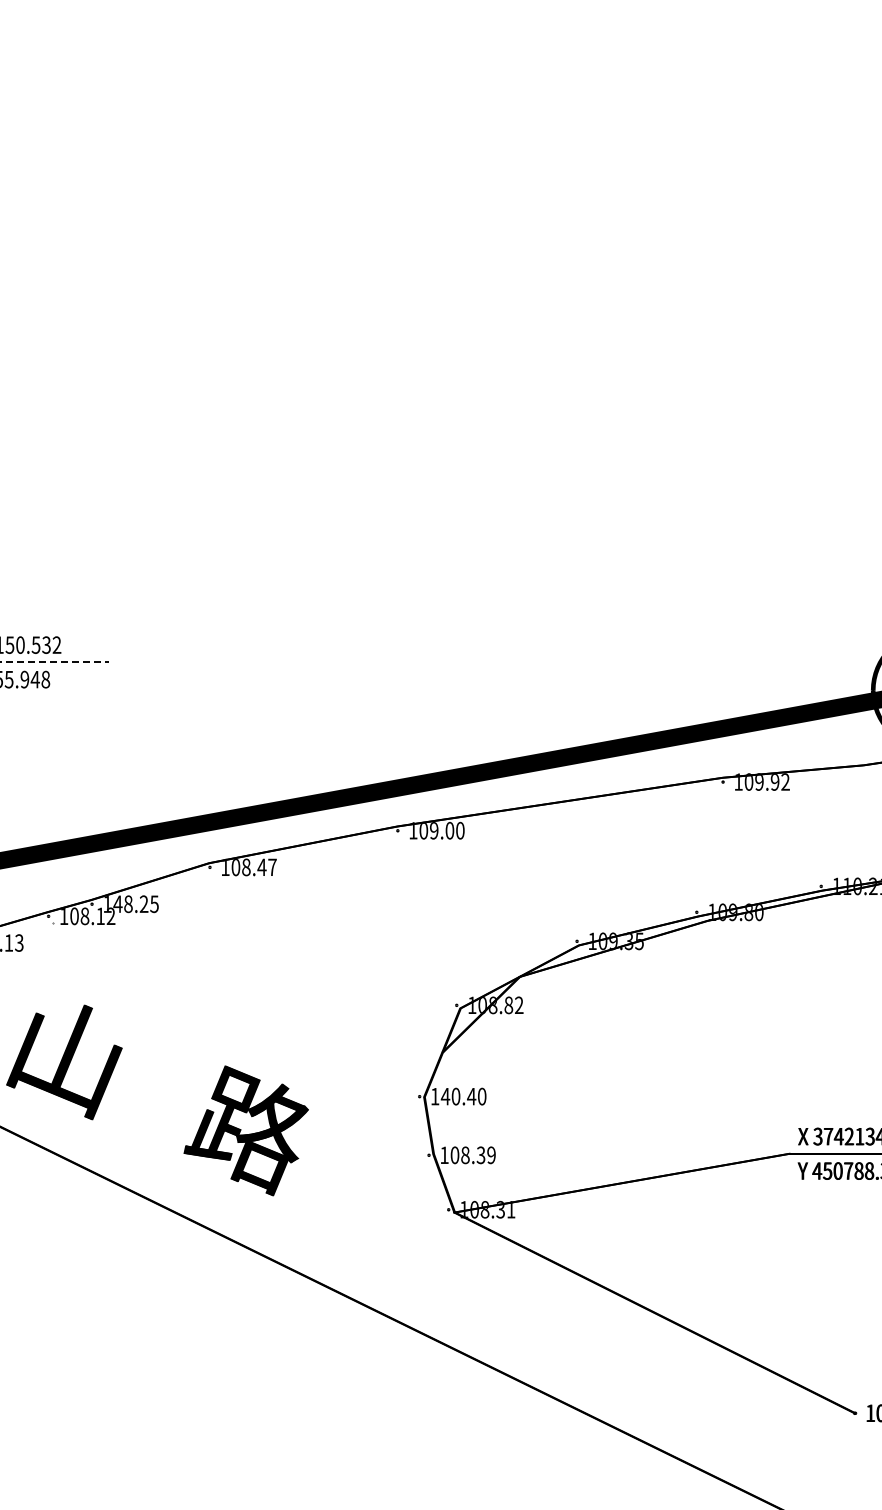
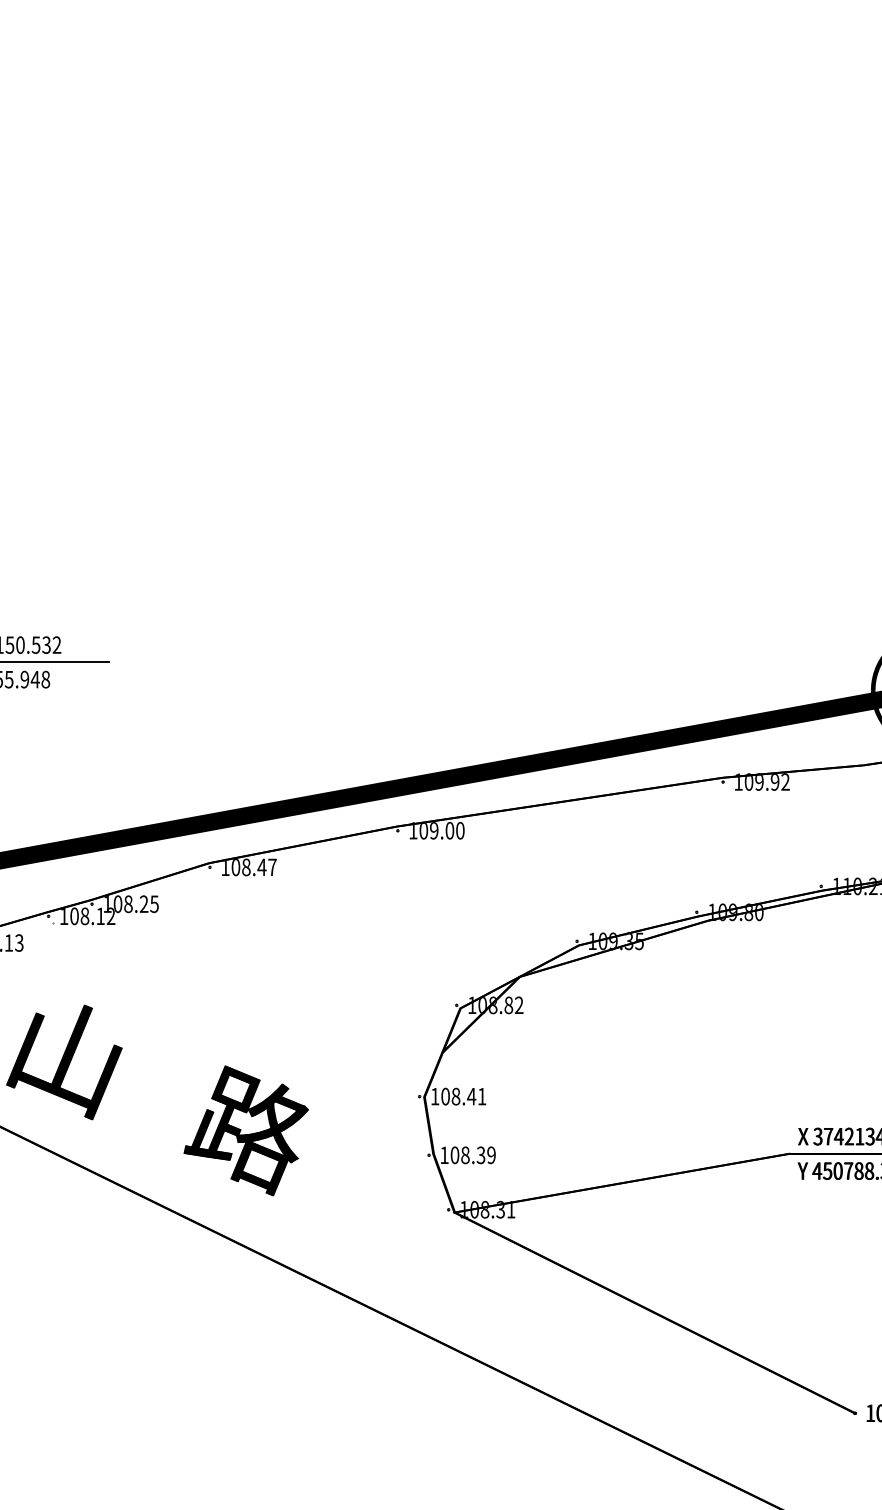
line at (54, 662): dashed -> solid
text at (117, 904): 148.25 -> 108.25
text at (463, 1096): 140.40 -> 108.41
